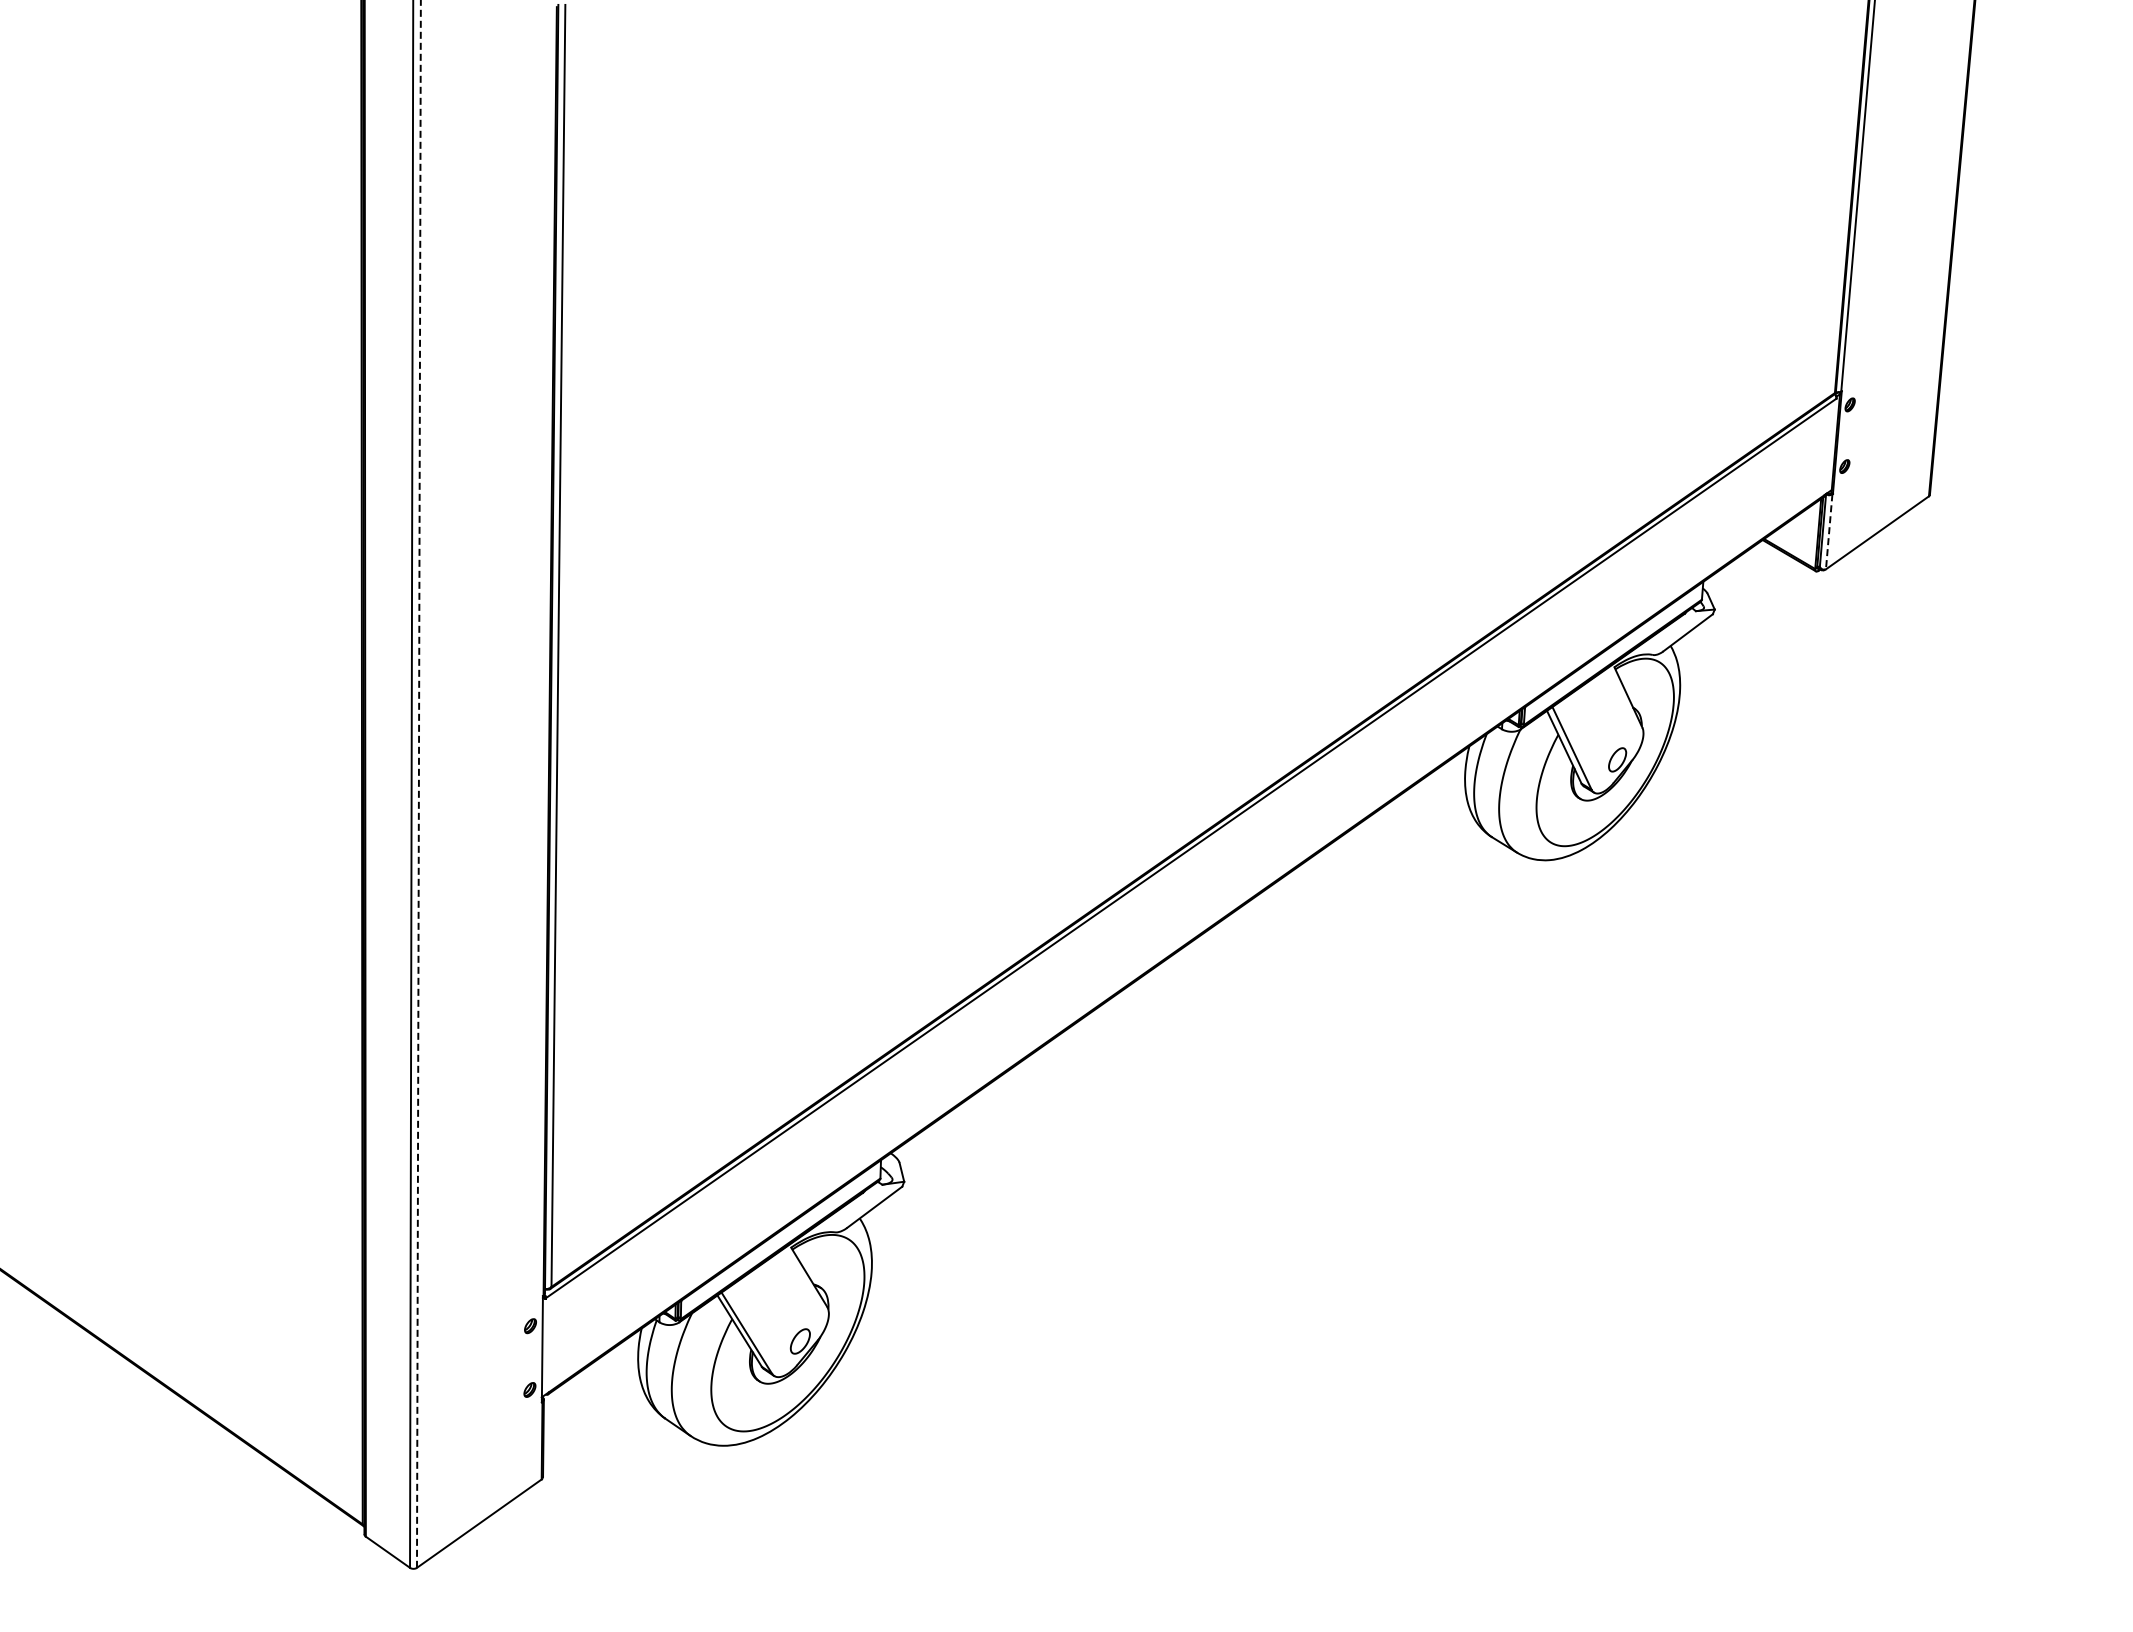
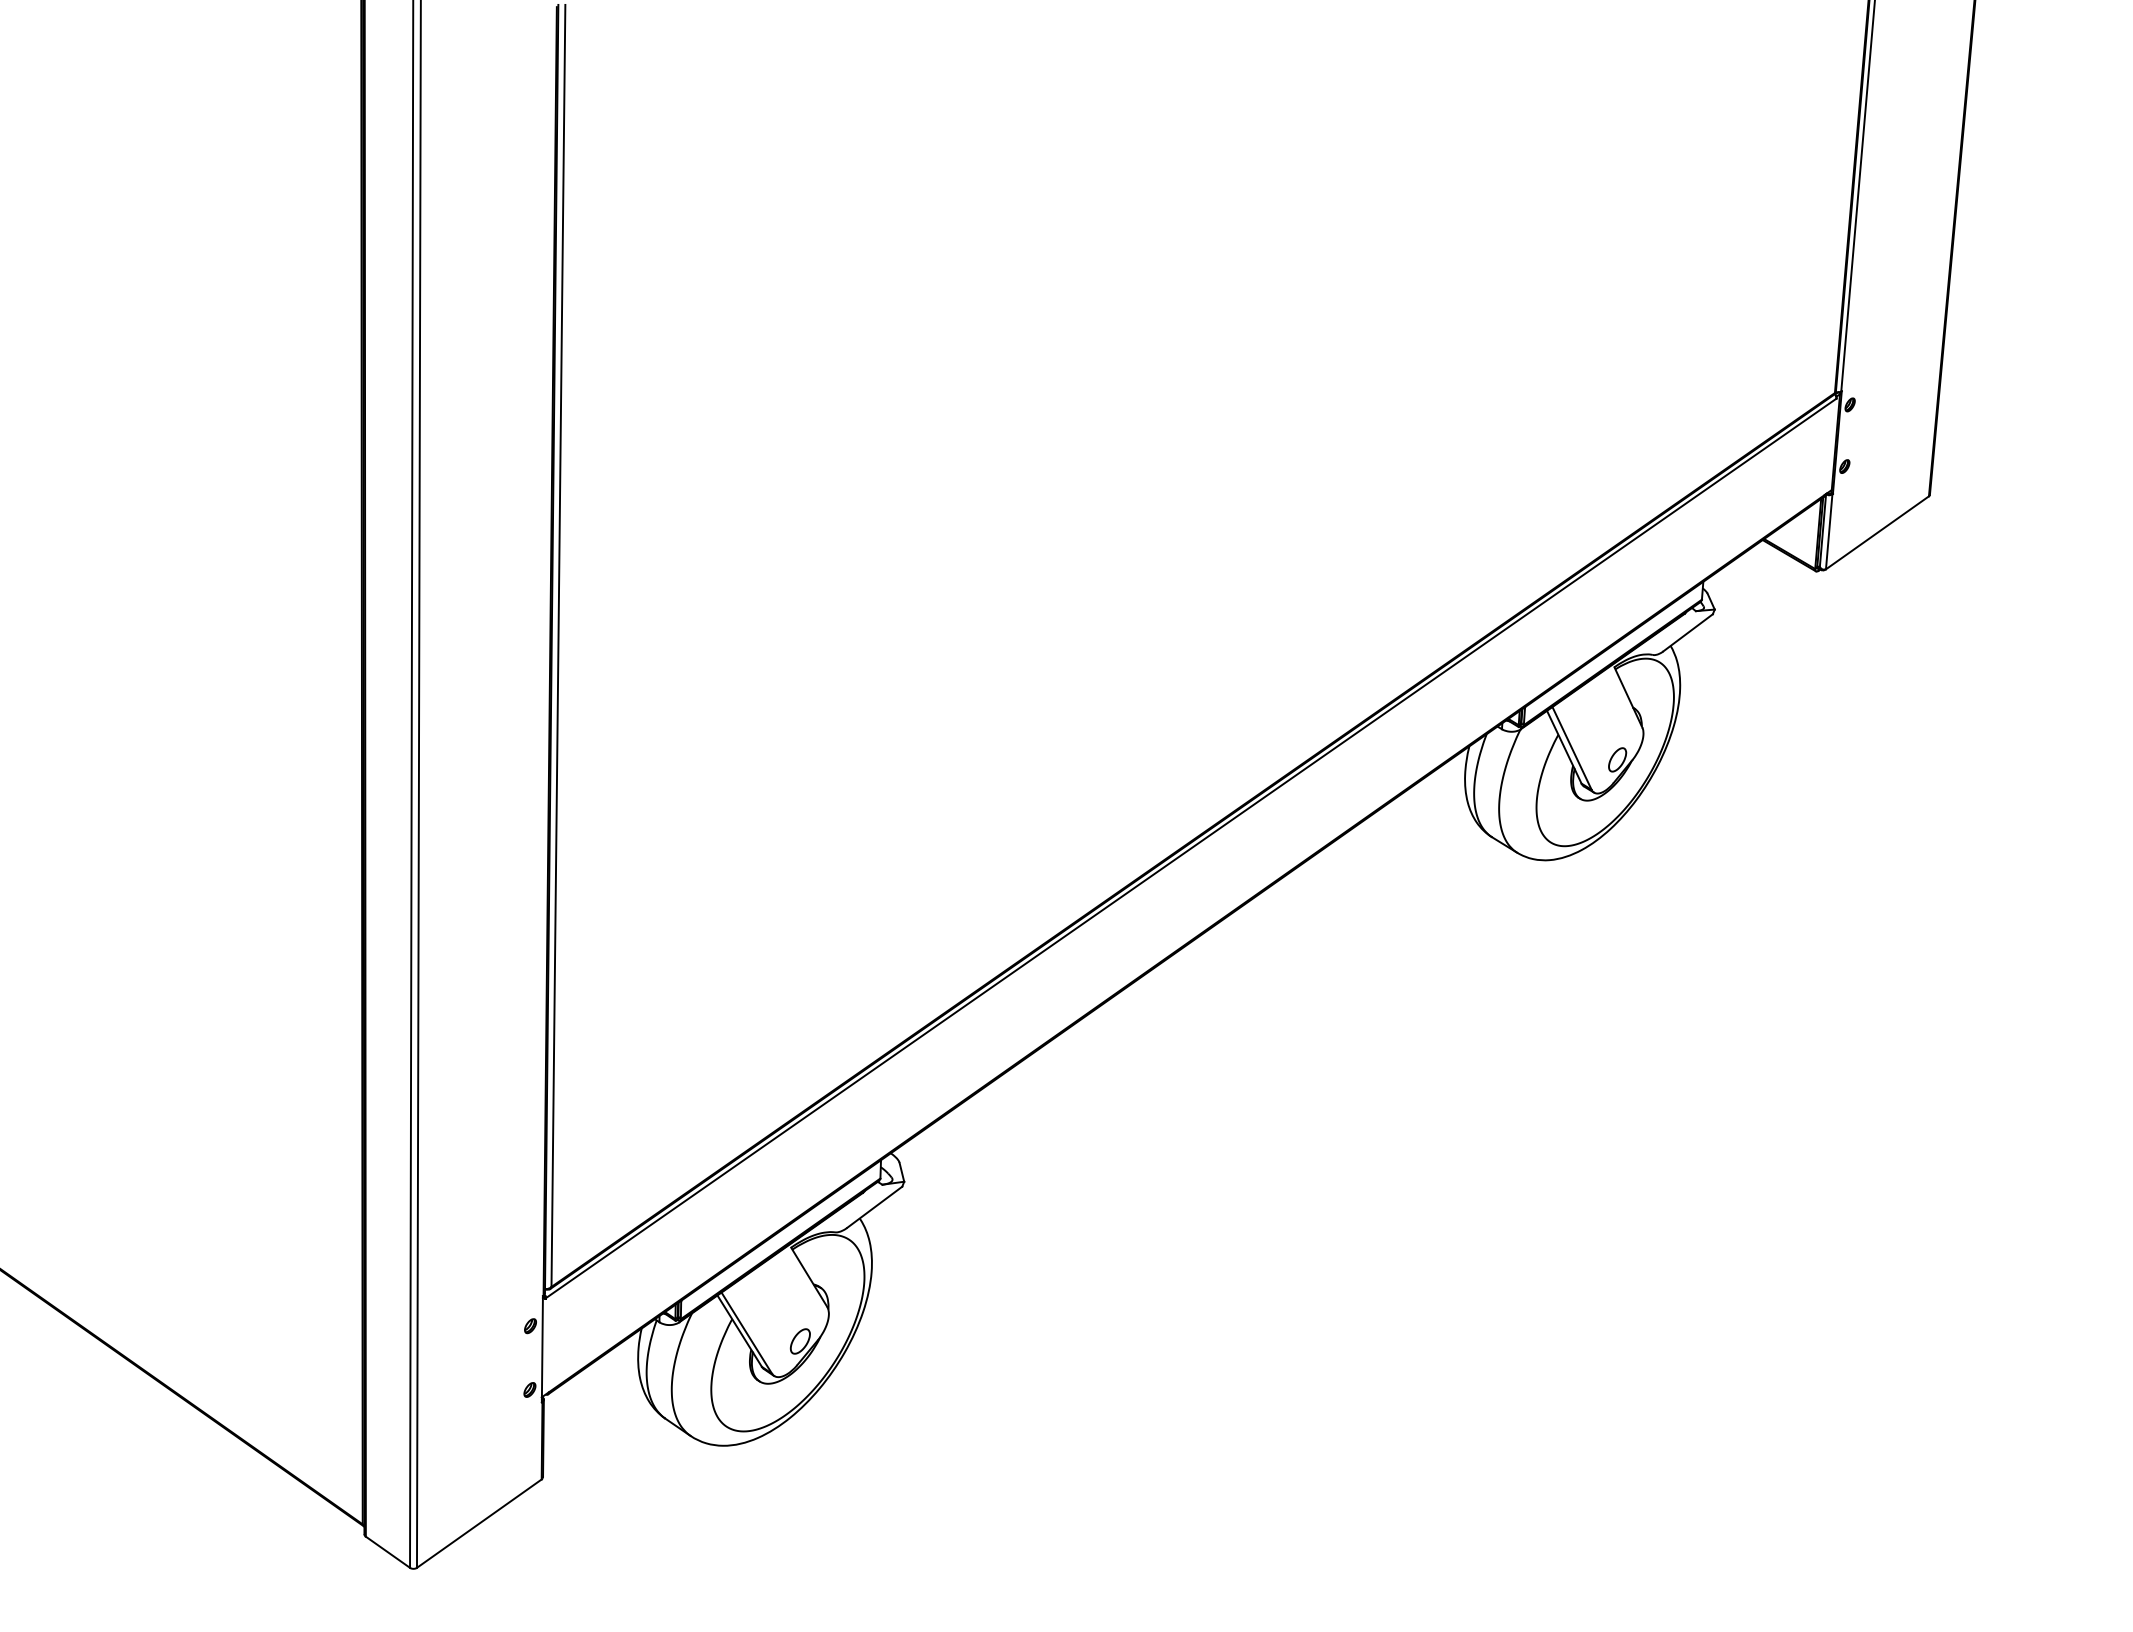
line at (1829, 531): dashed -> solid
line at (418, 784): dashed -> solid
